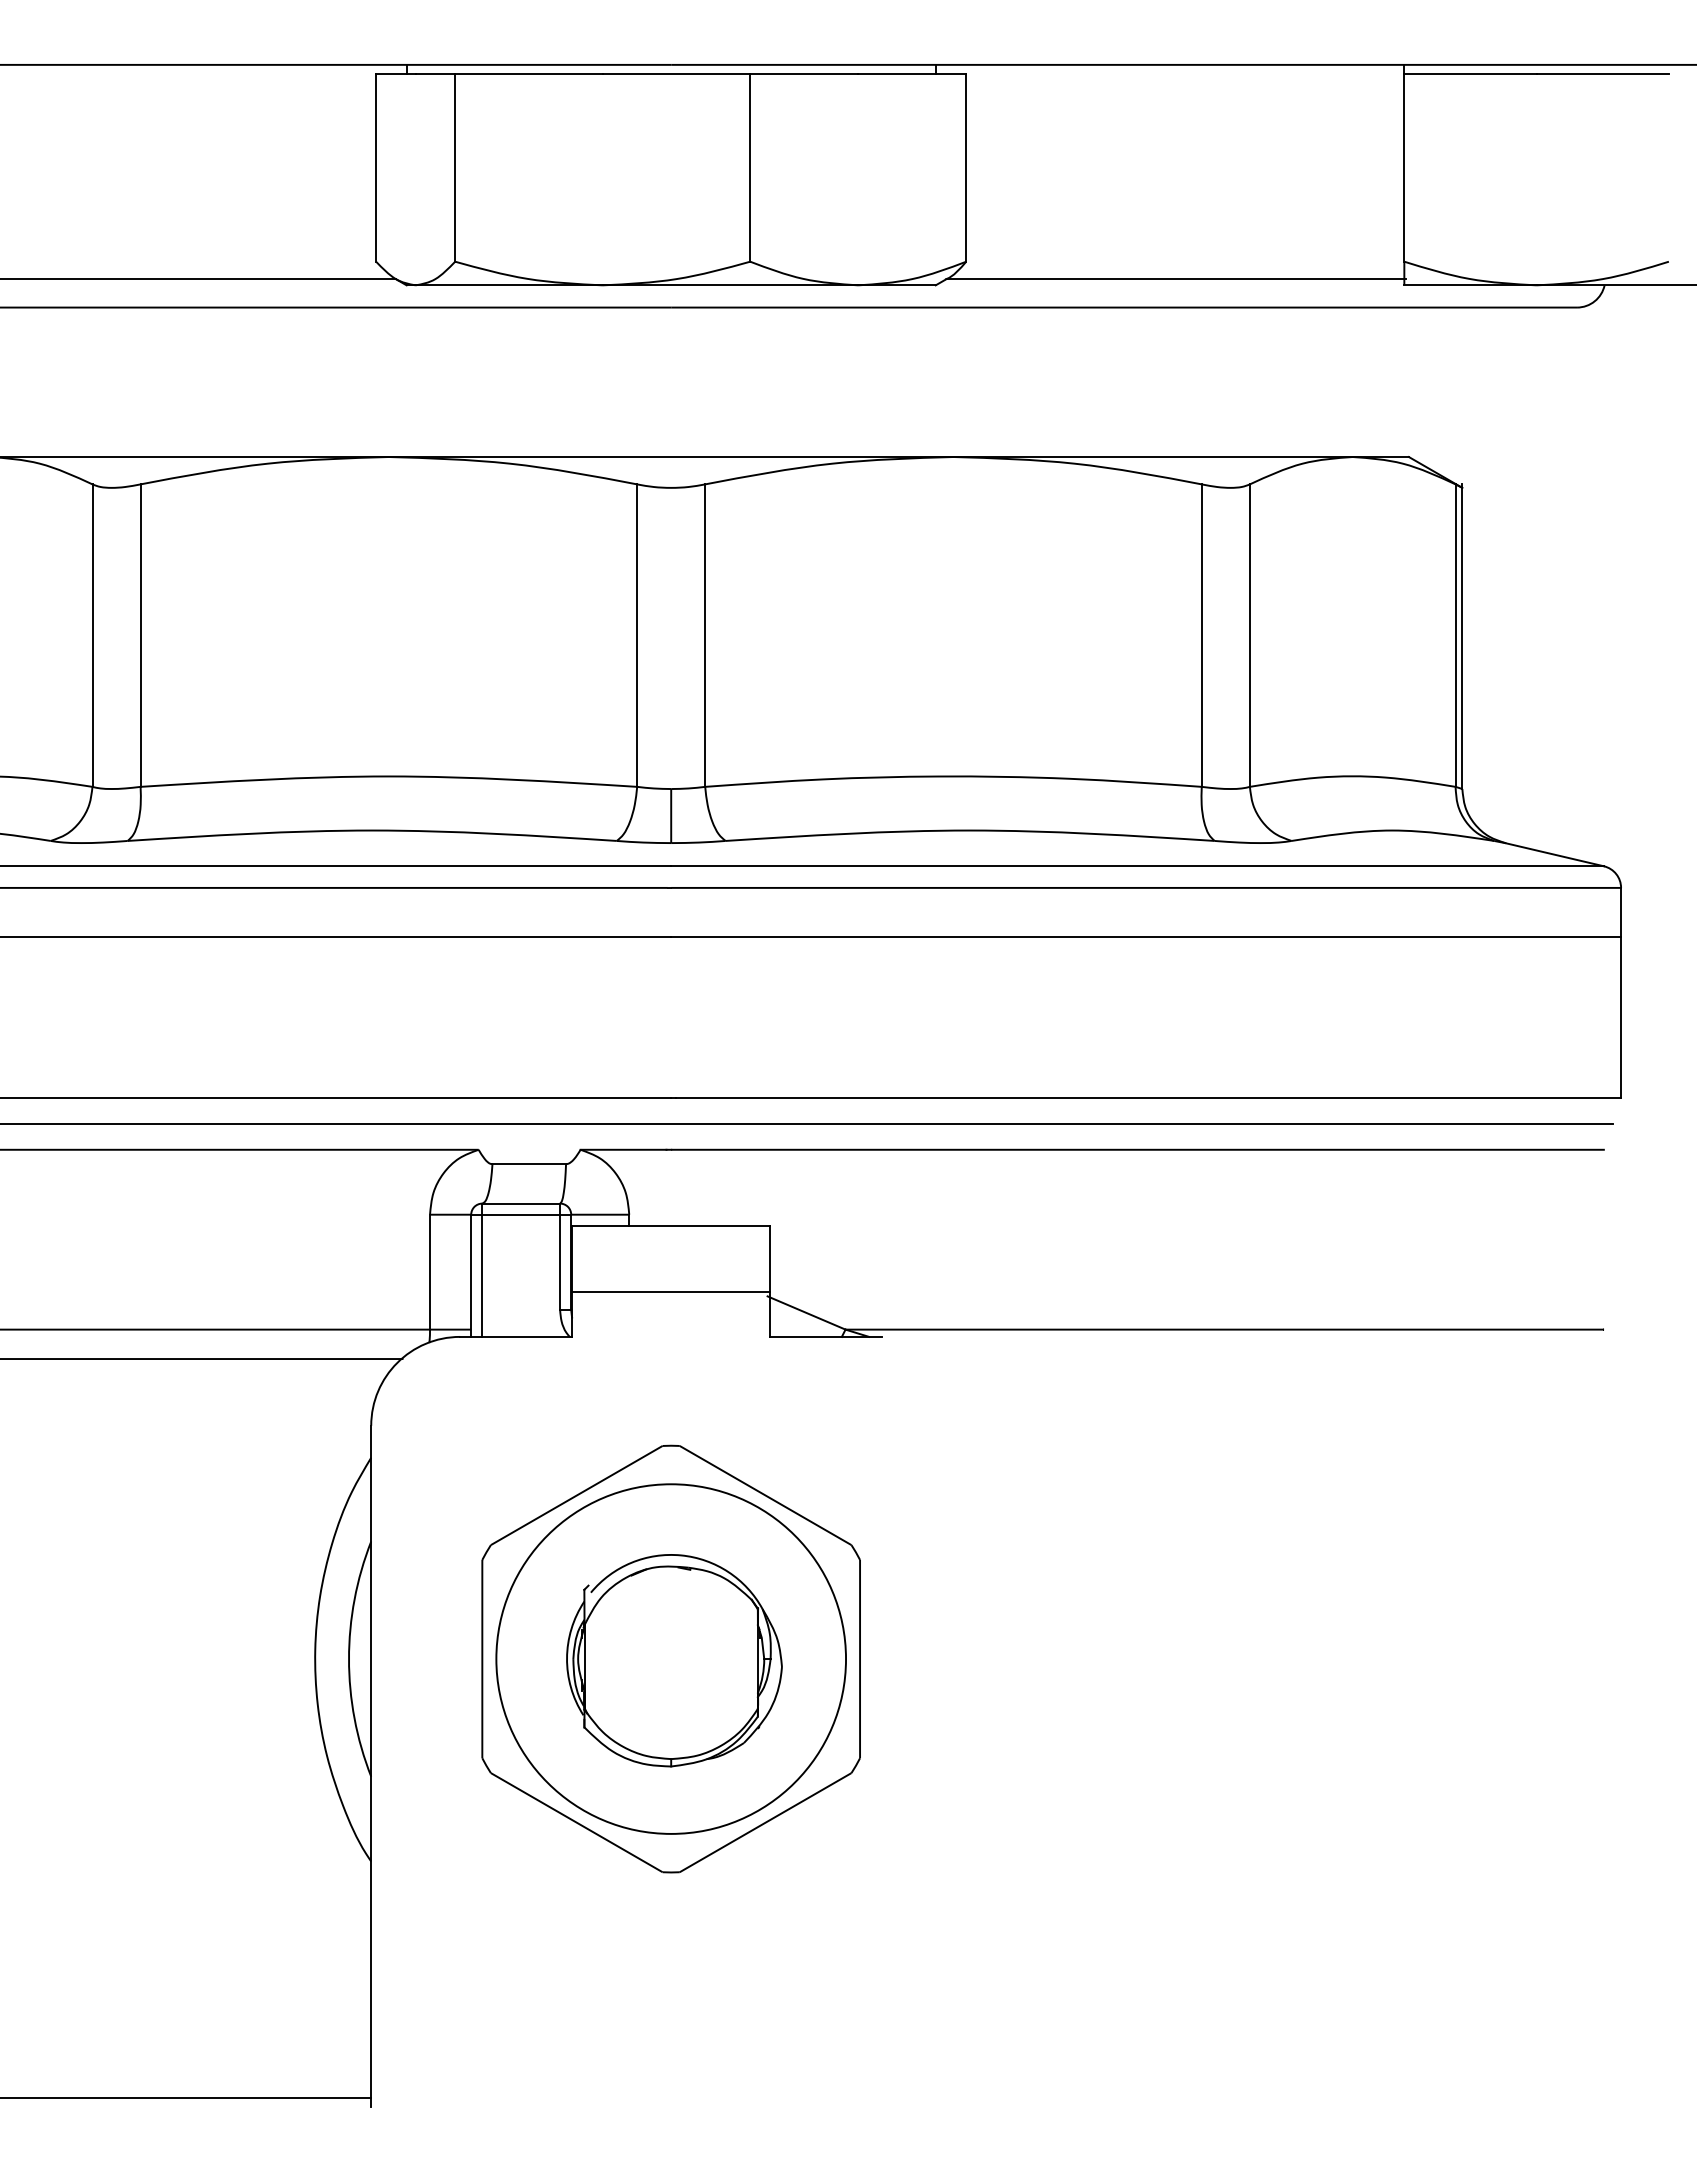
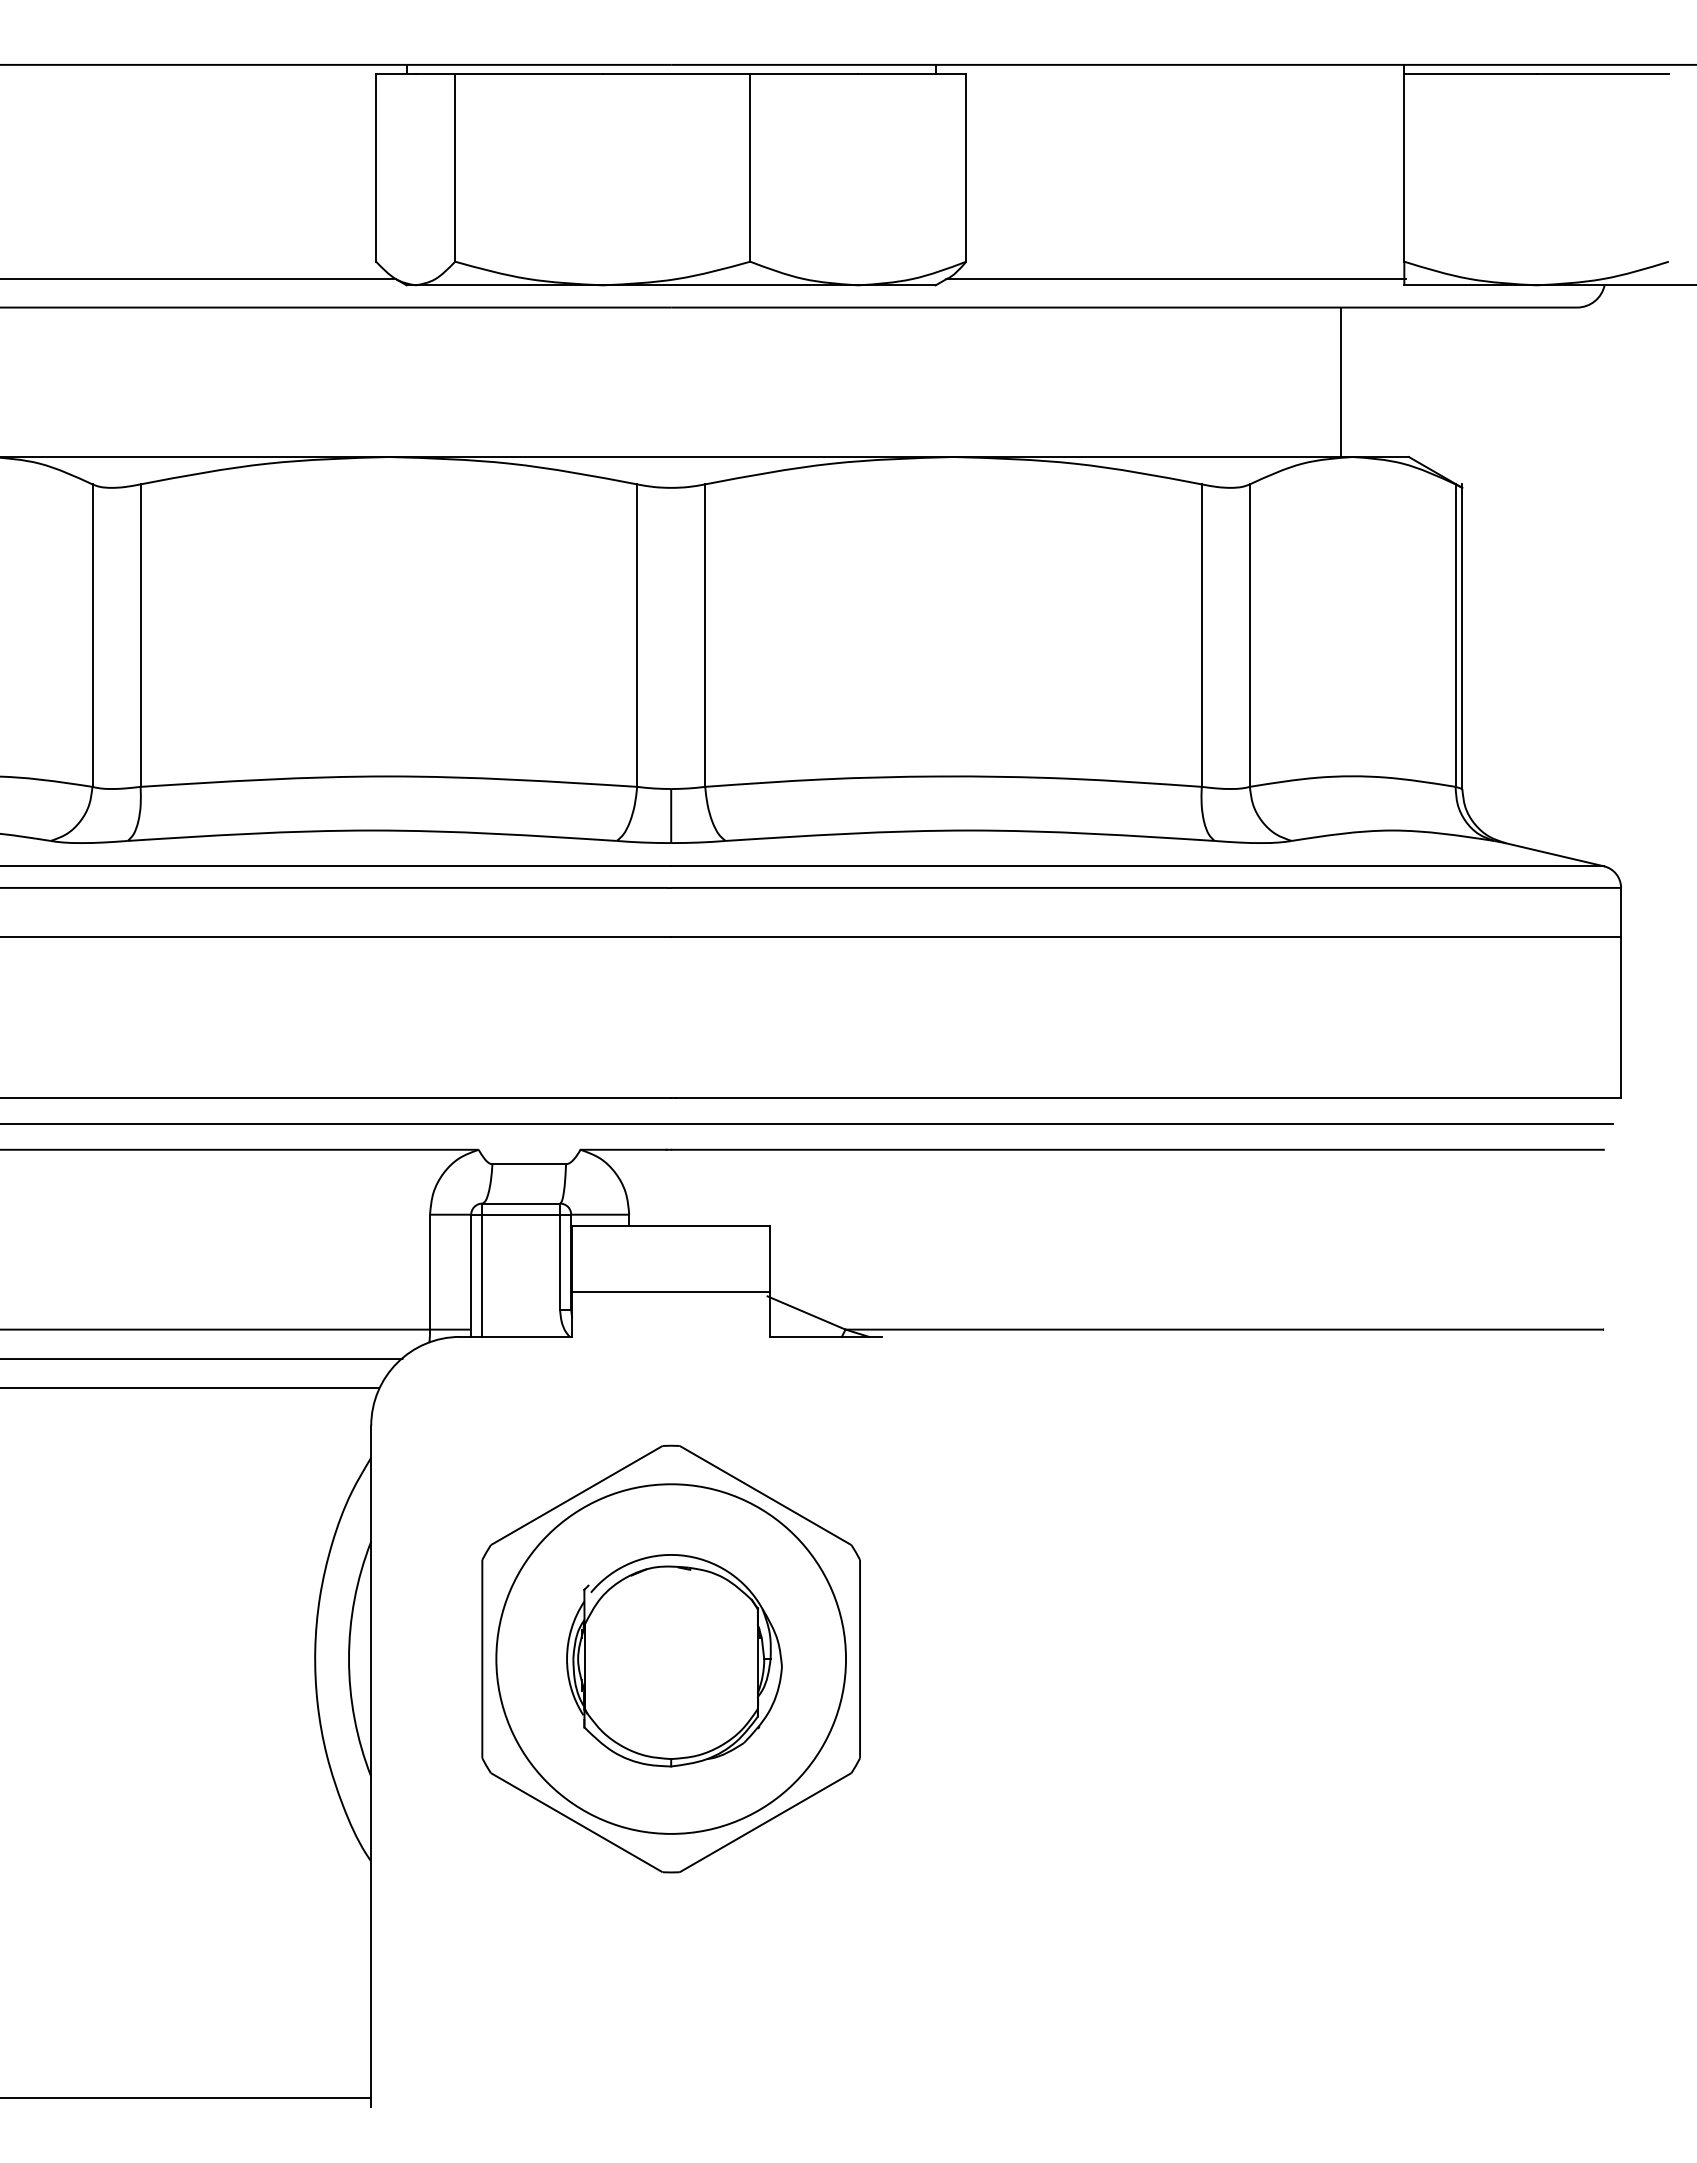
line at (1341, 382): none -> present
line at (190, 1388): none -> present
